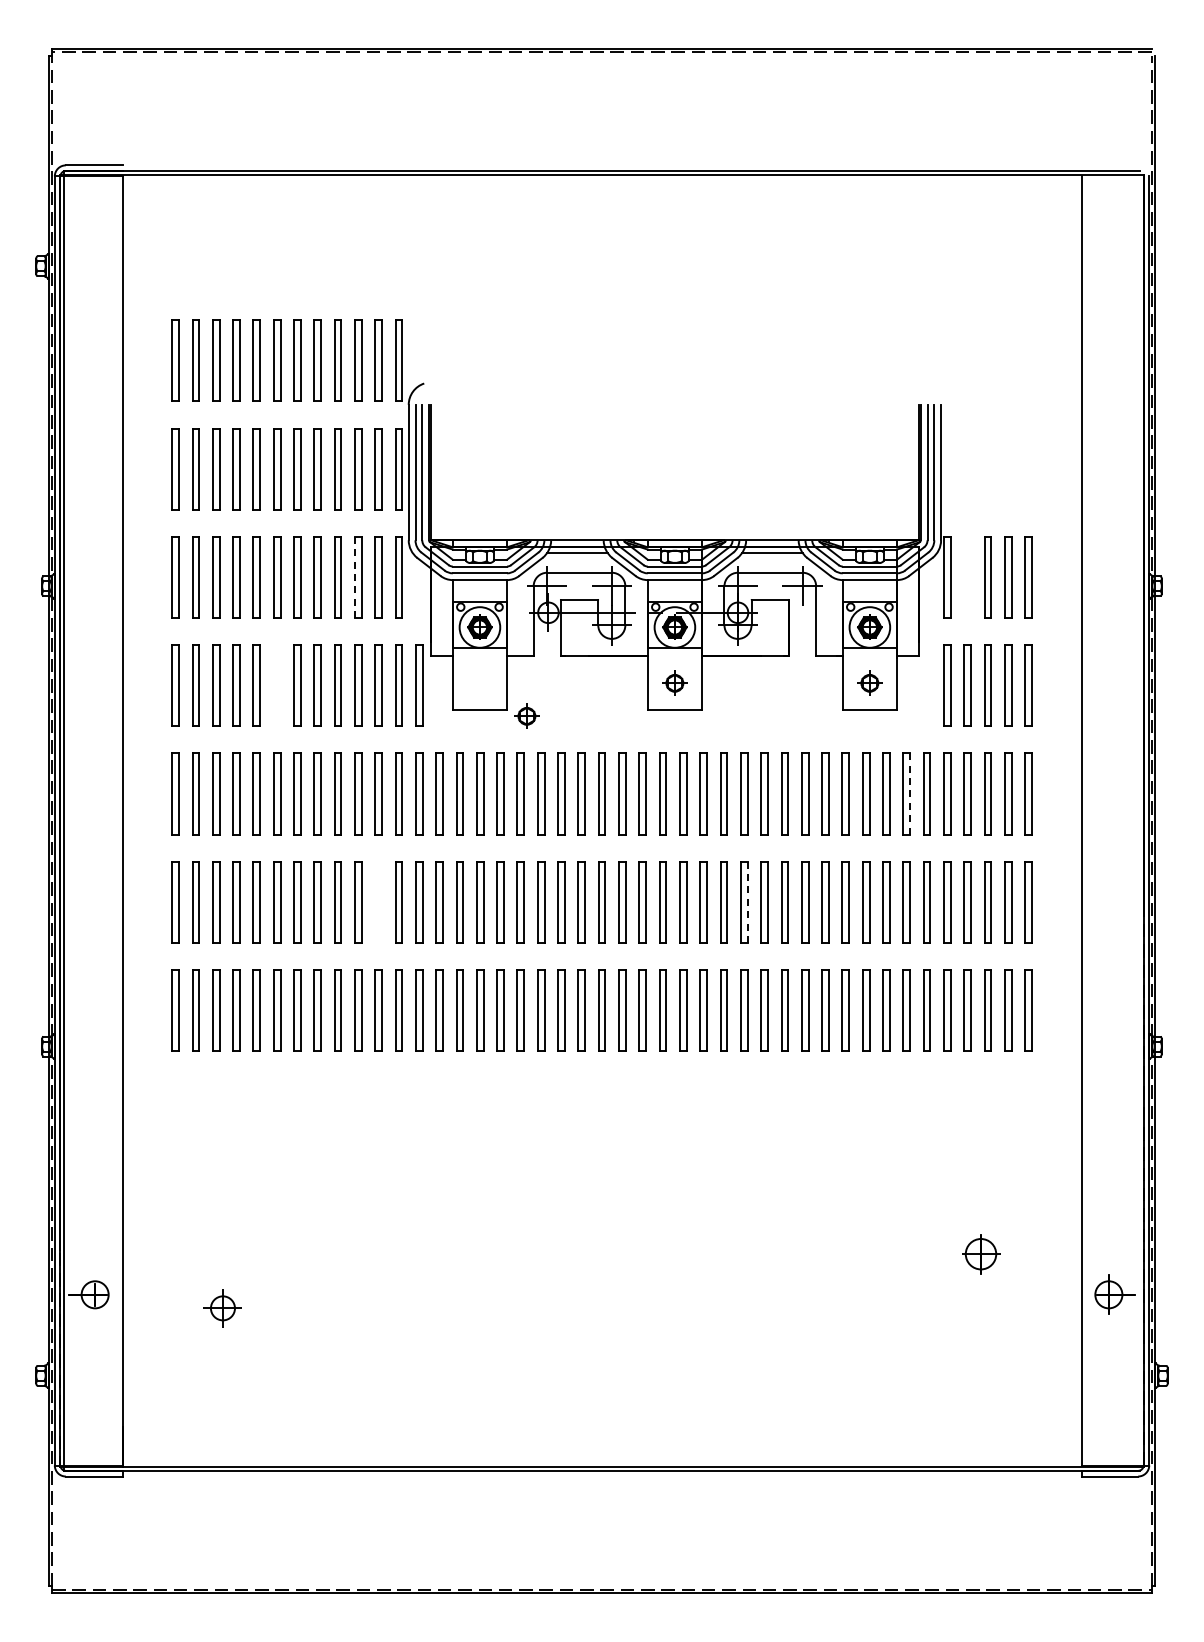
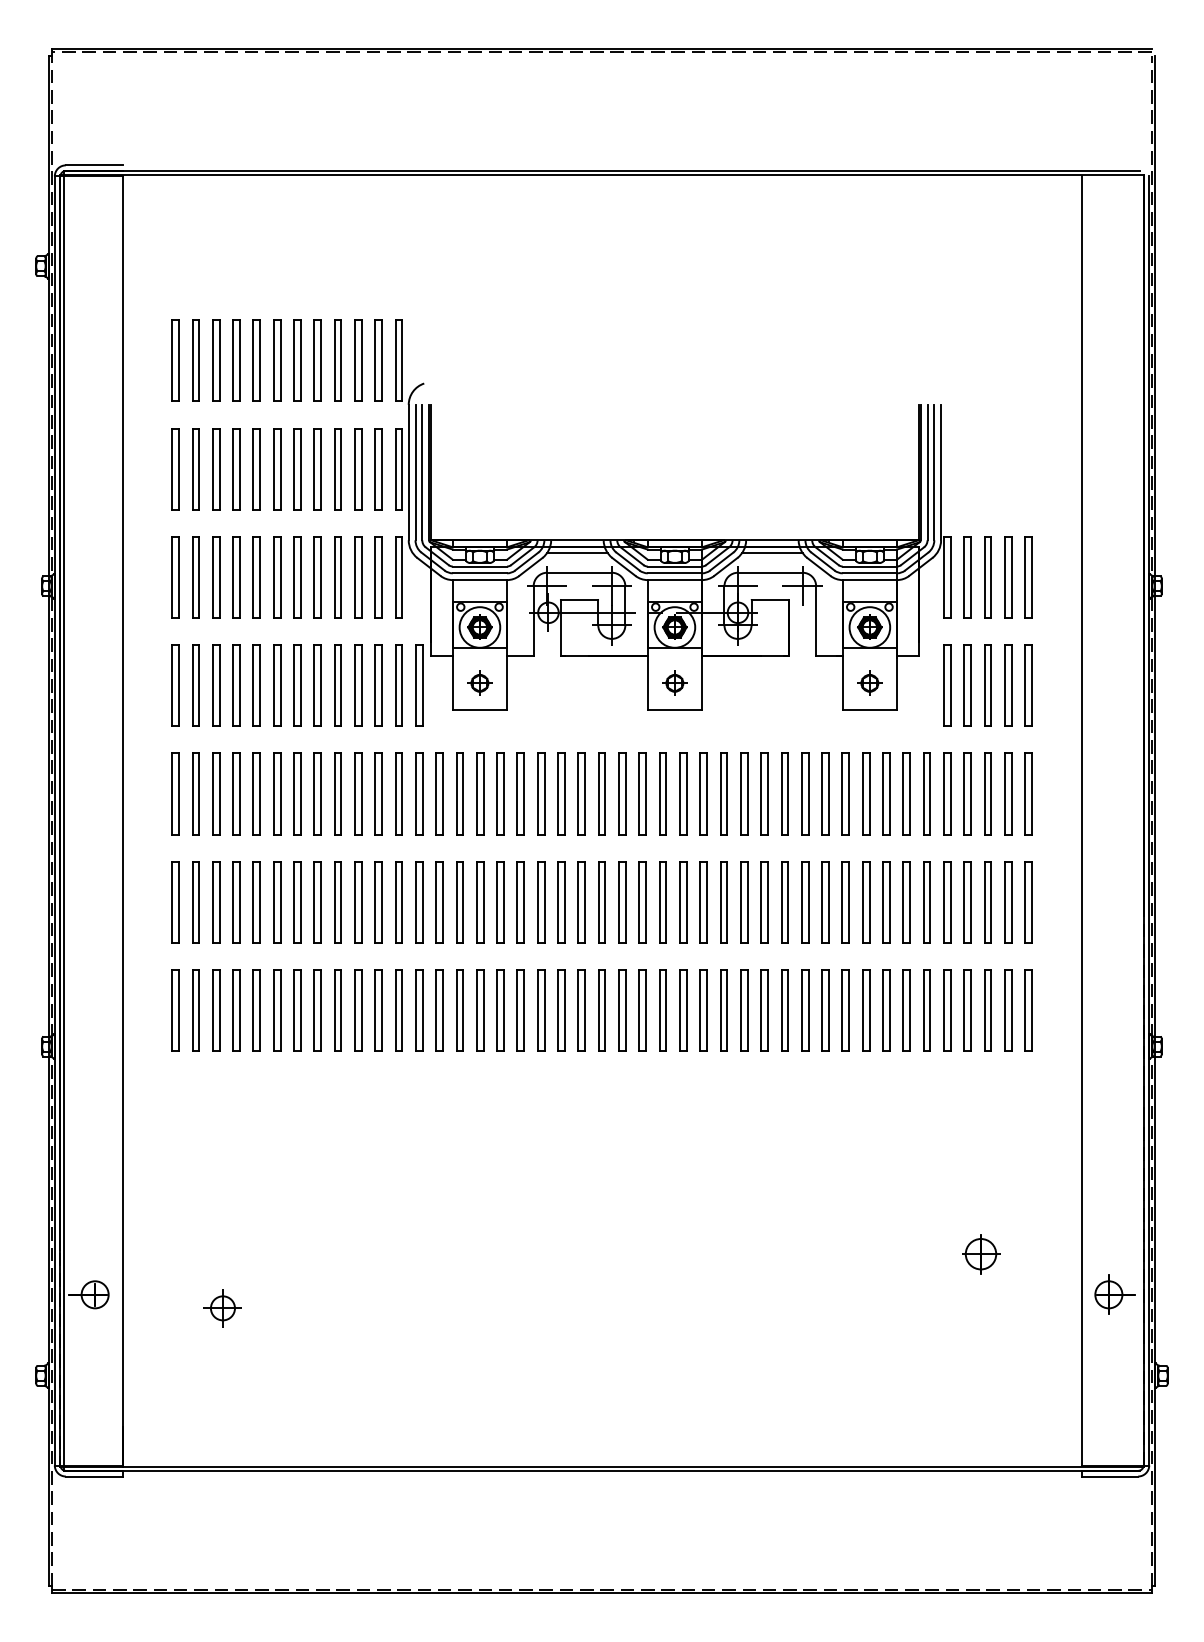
line at (355, 577): dashed -> solid
part at (967, 577): none -> present
part at (277, 685): none -> present
part at (526, 715) position: (526, 715) -> (479, 682)
line at (910, 794): dashed -> solid
part at (378, 902): none -> present
line at (747, 902): dashed -> solid
